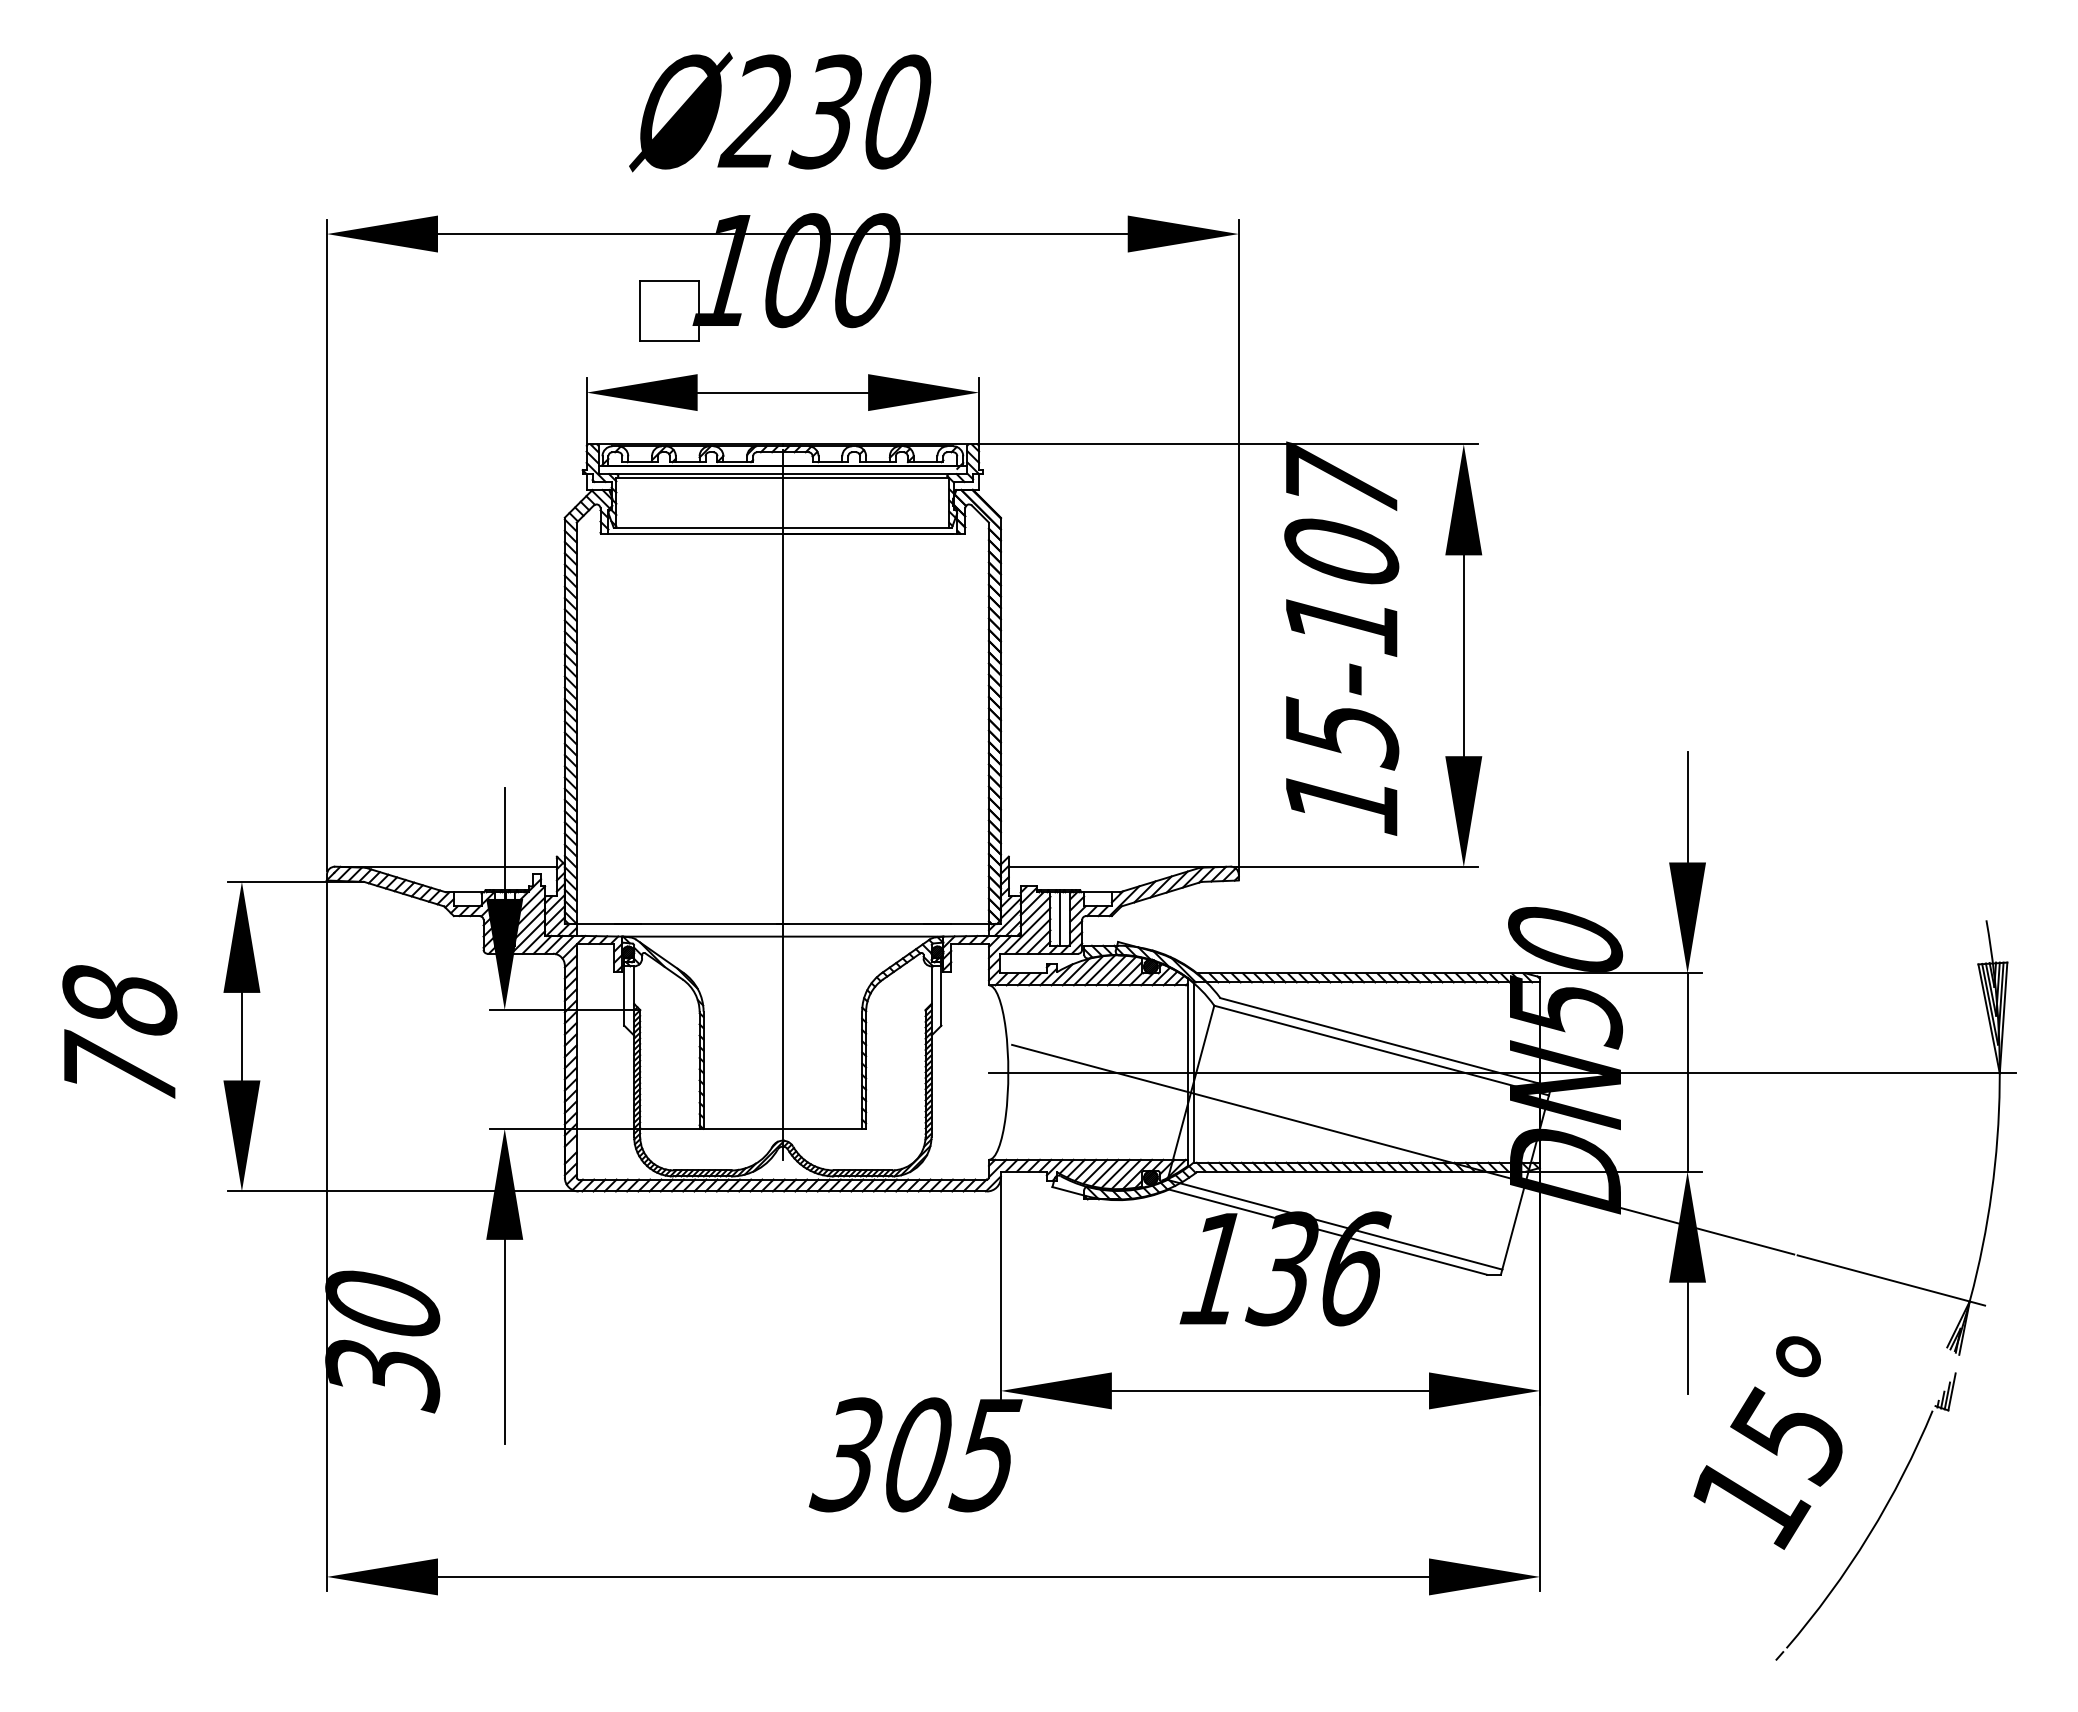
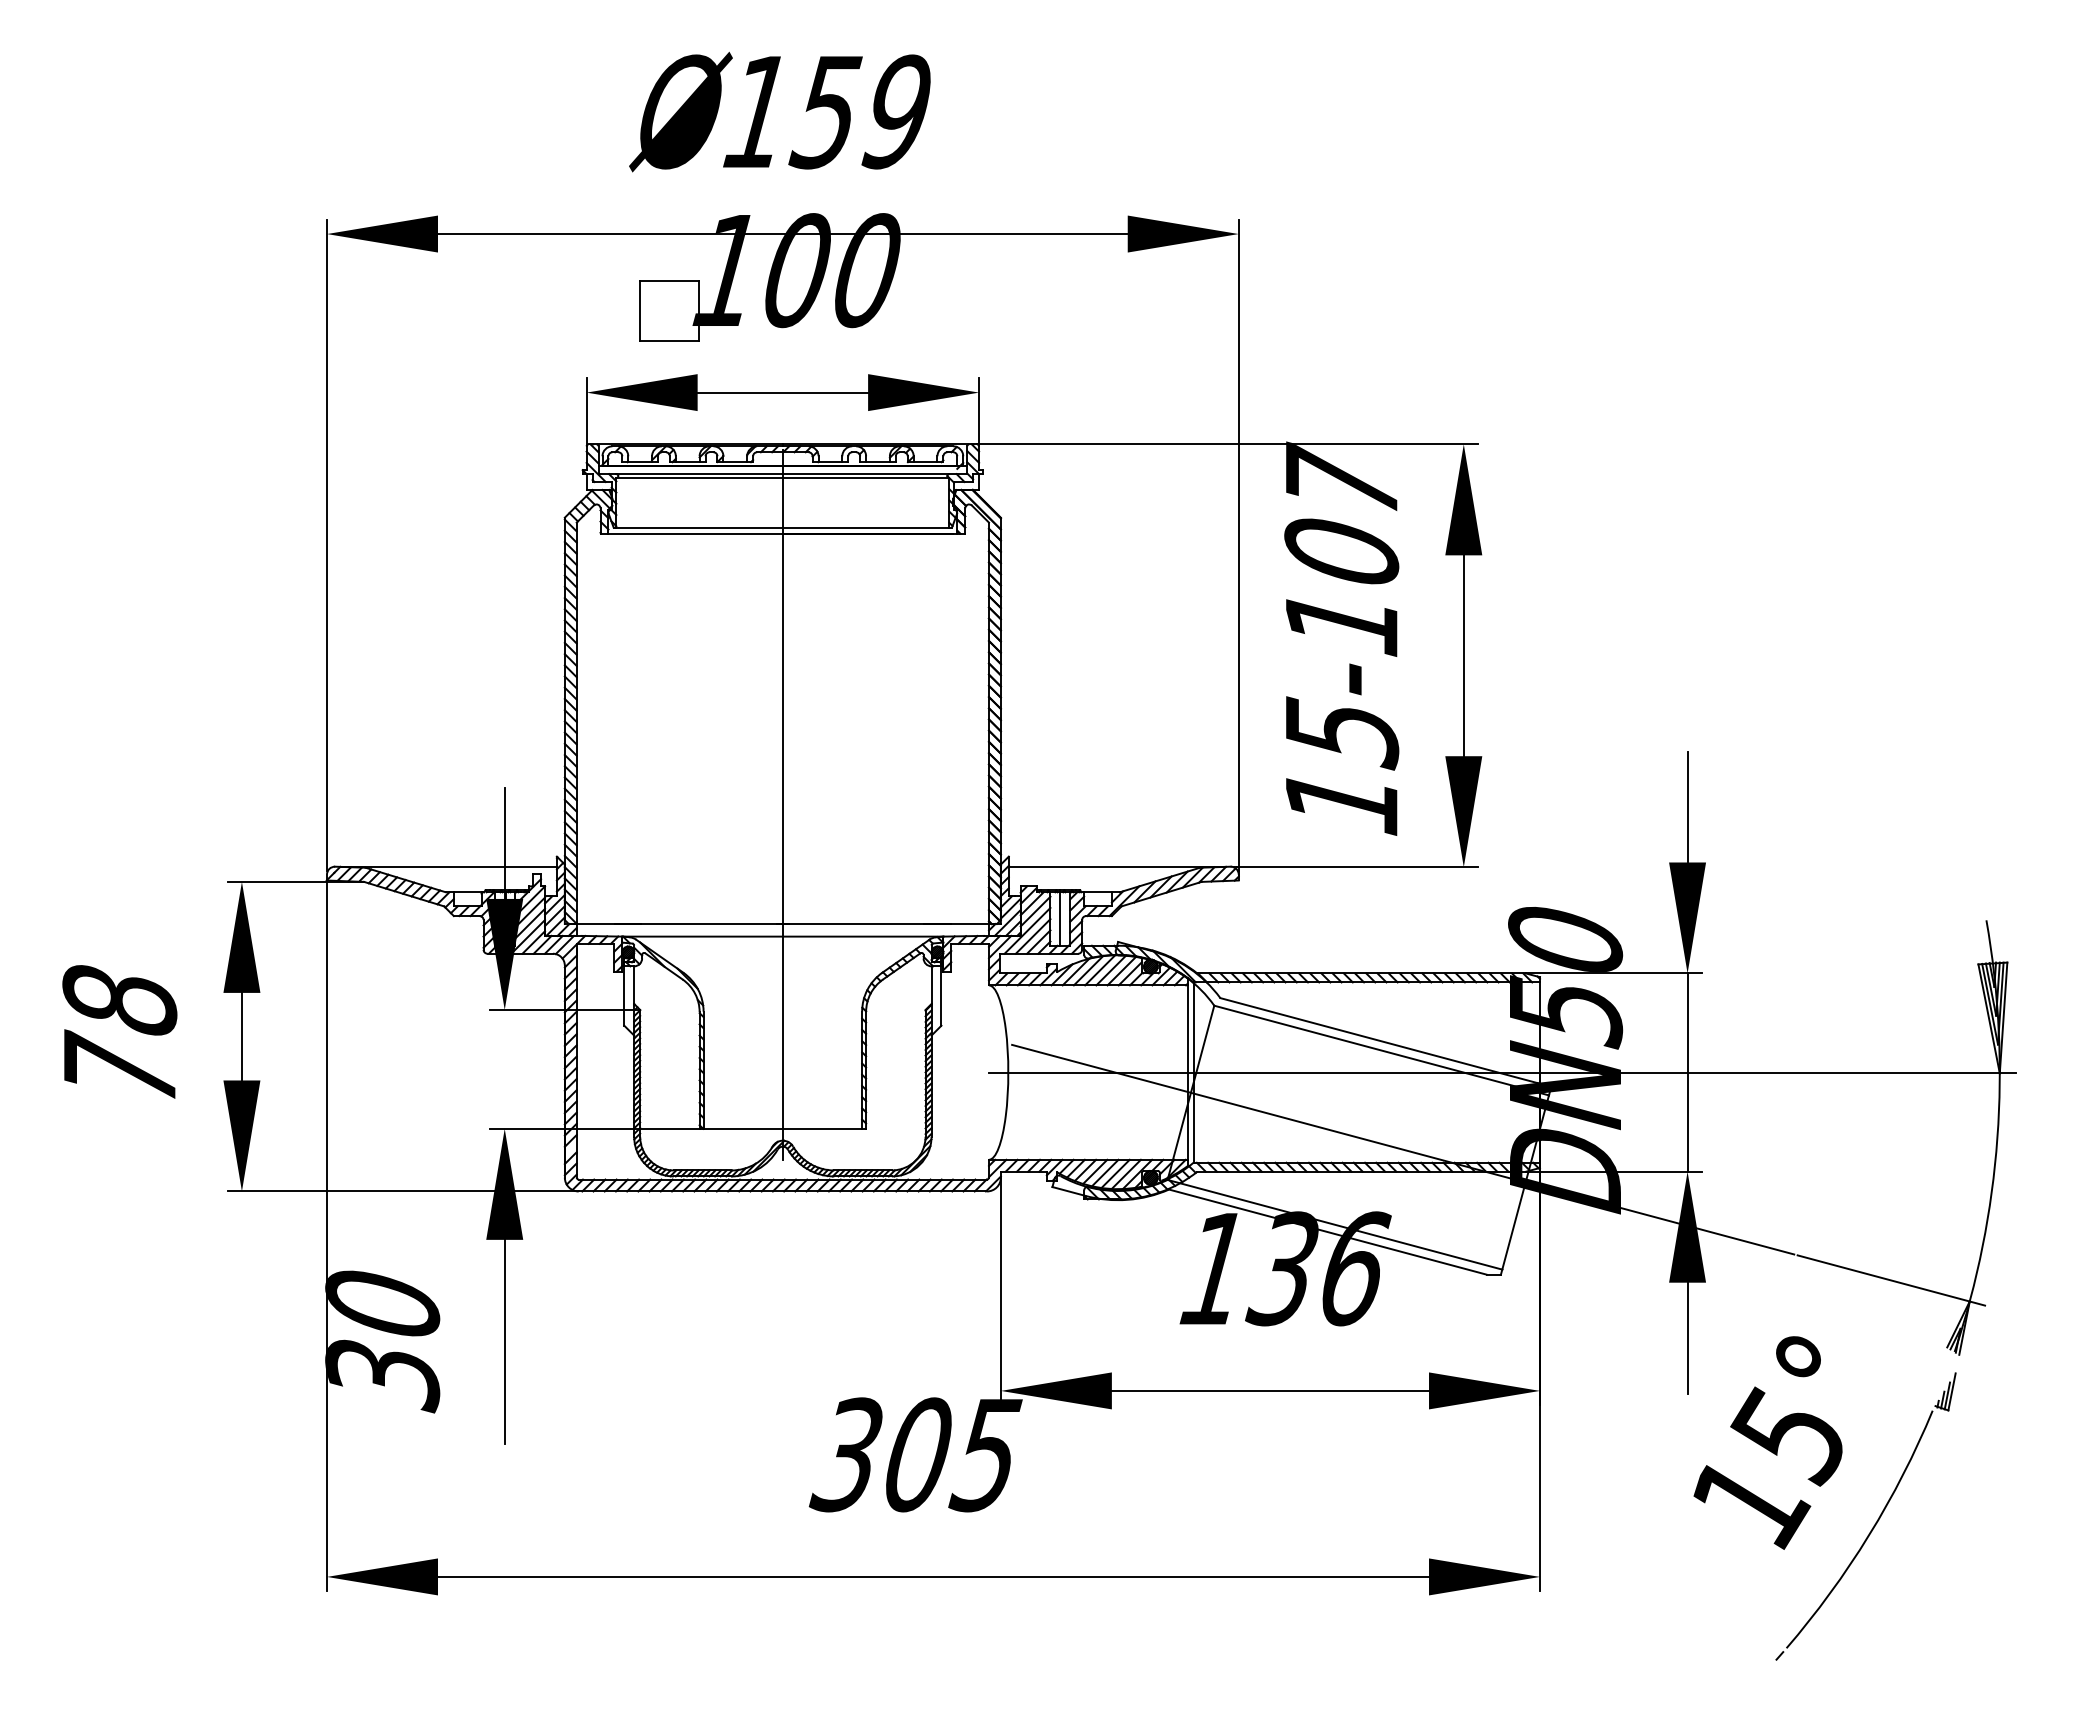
text at (824, 111): 230 -> 159
